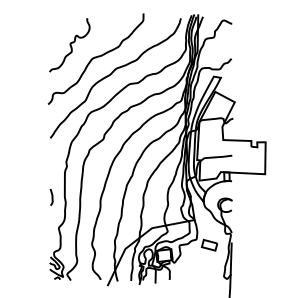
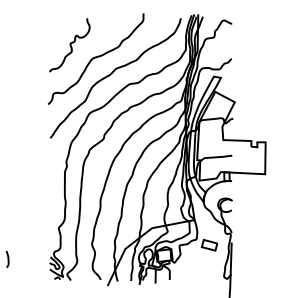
curve at (51, 196) position: (51, 196) -> (7, 258)
